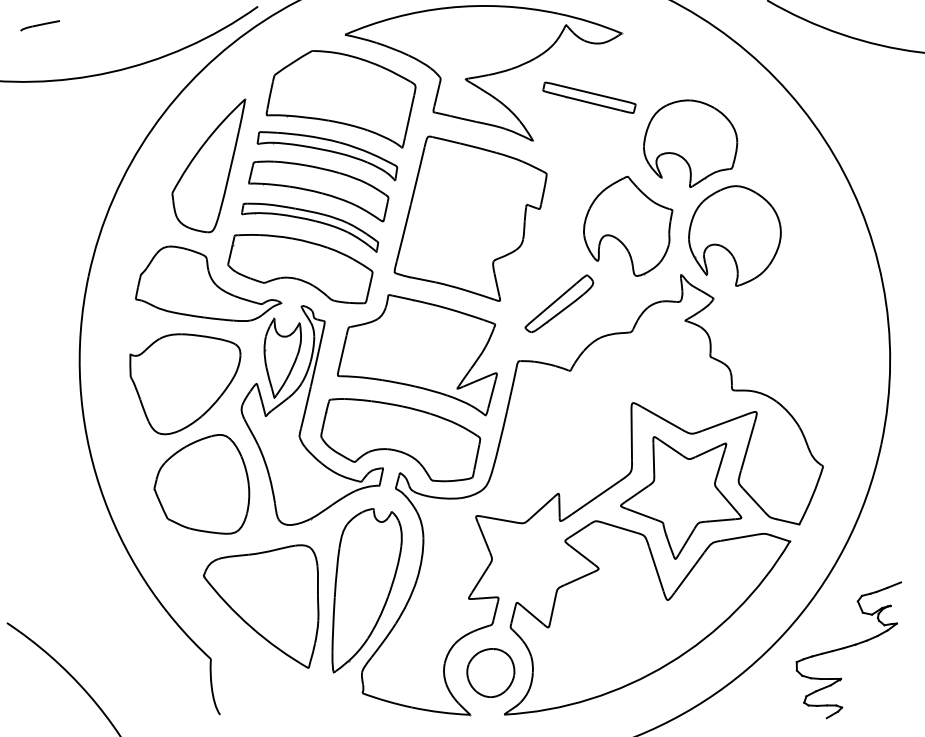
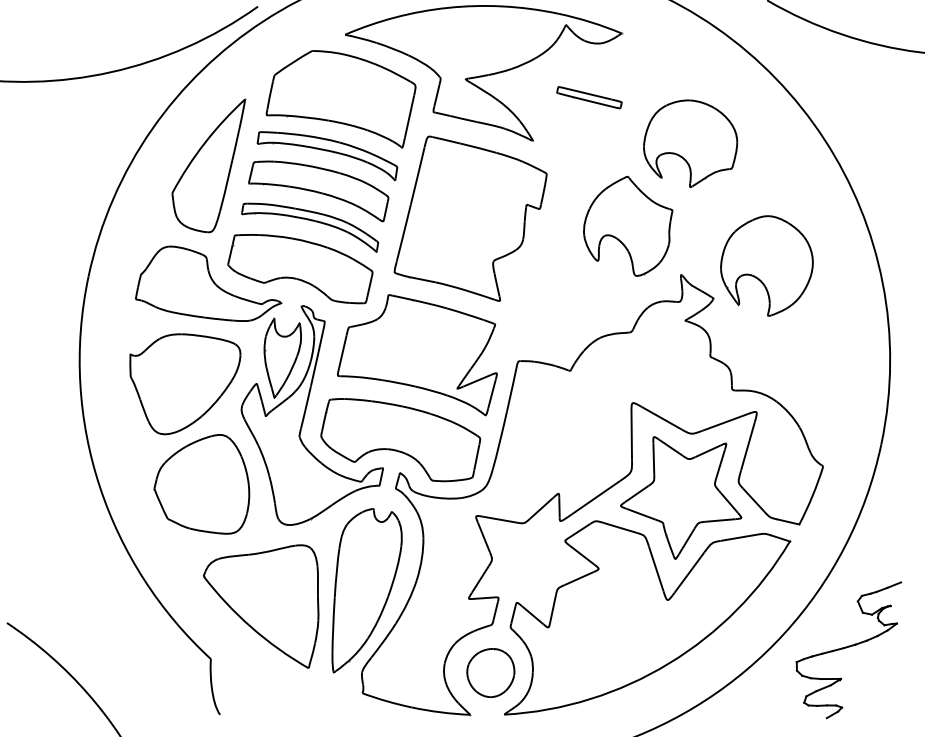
part at (40, 25): present -> none
part at (589, 97) size: 95x33 px -> 67x24 px
part at (734, 235) position: (734, 235) -> (766, 265)
part at (559, 303): present -> none
